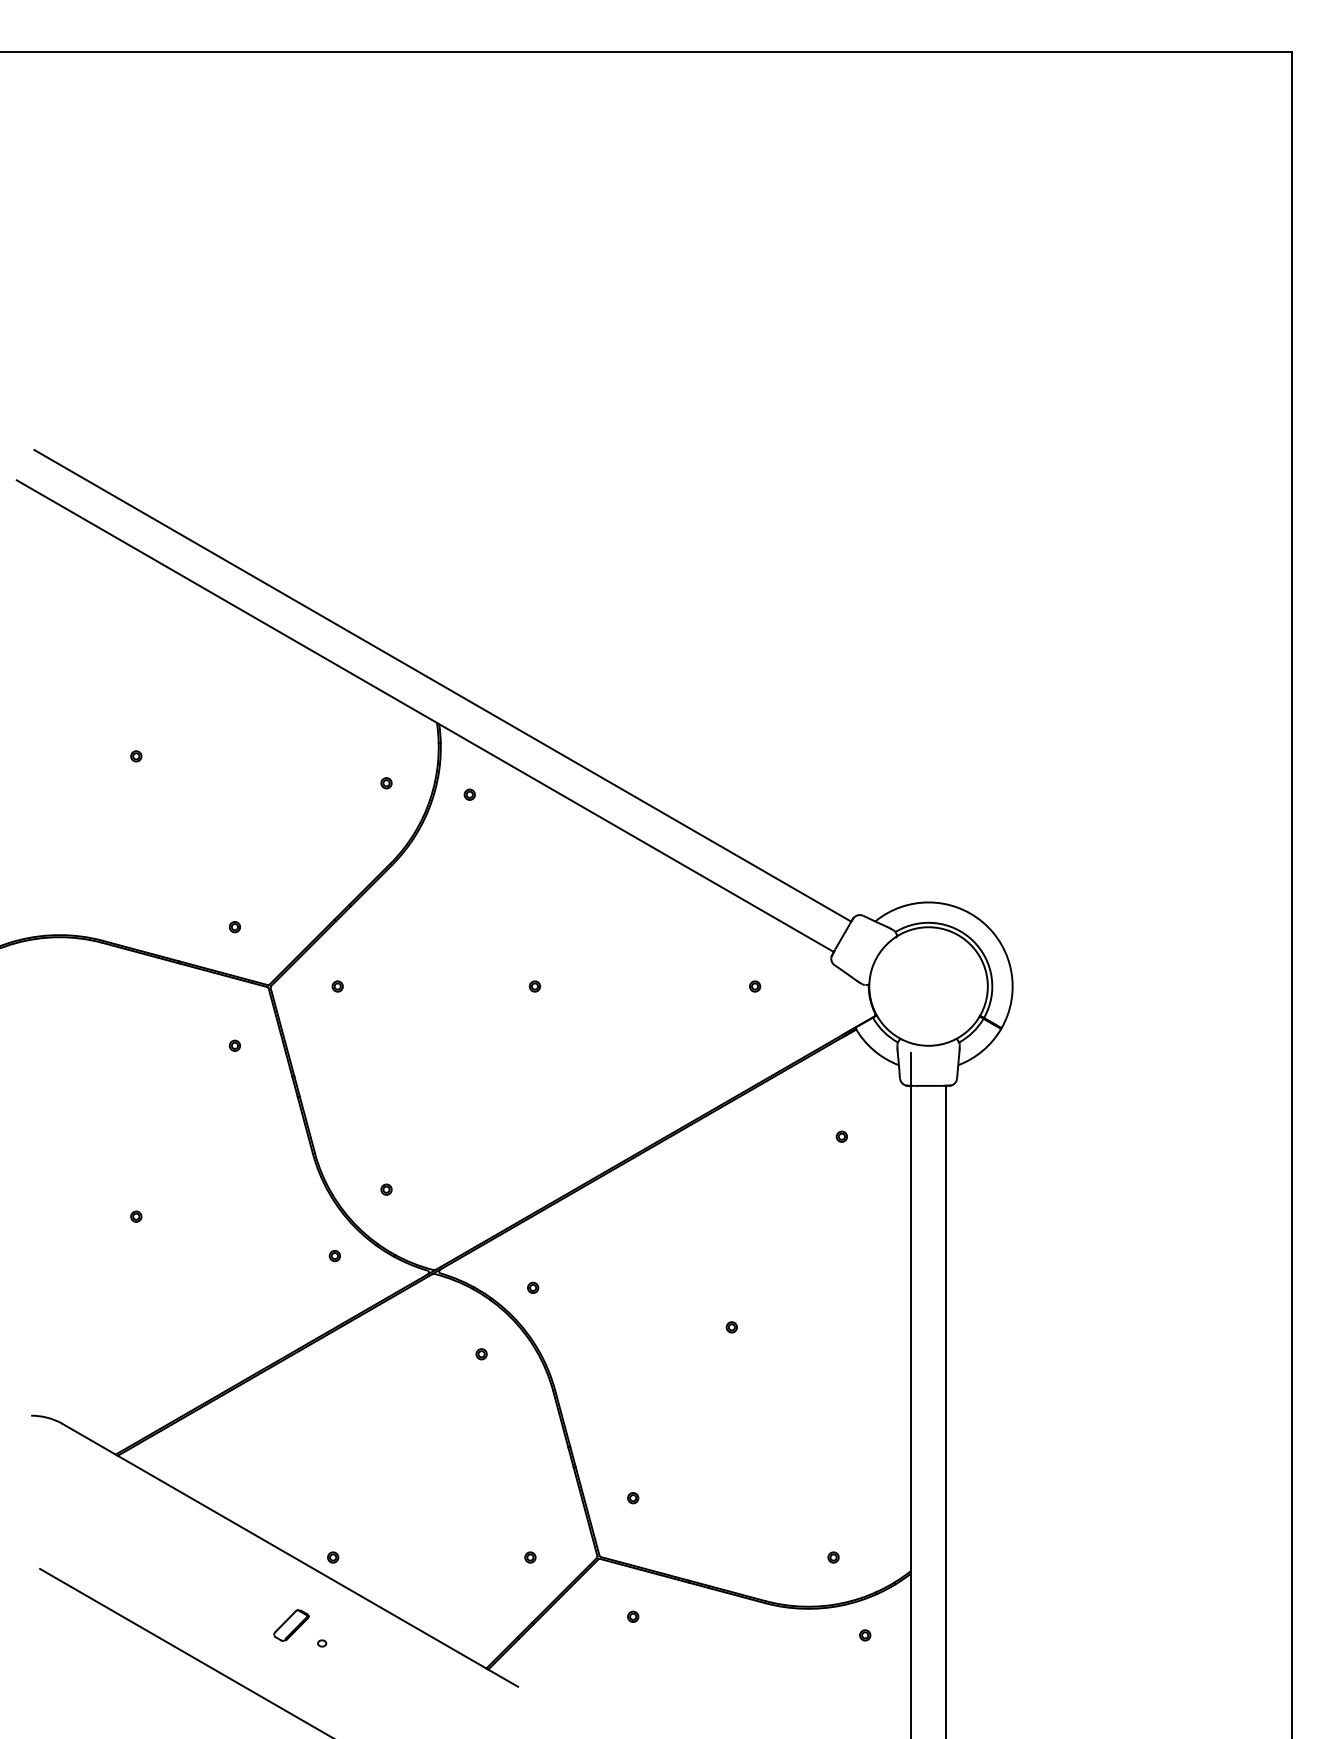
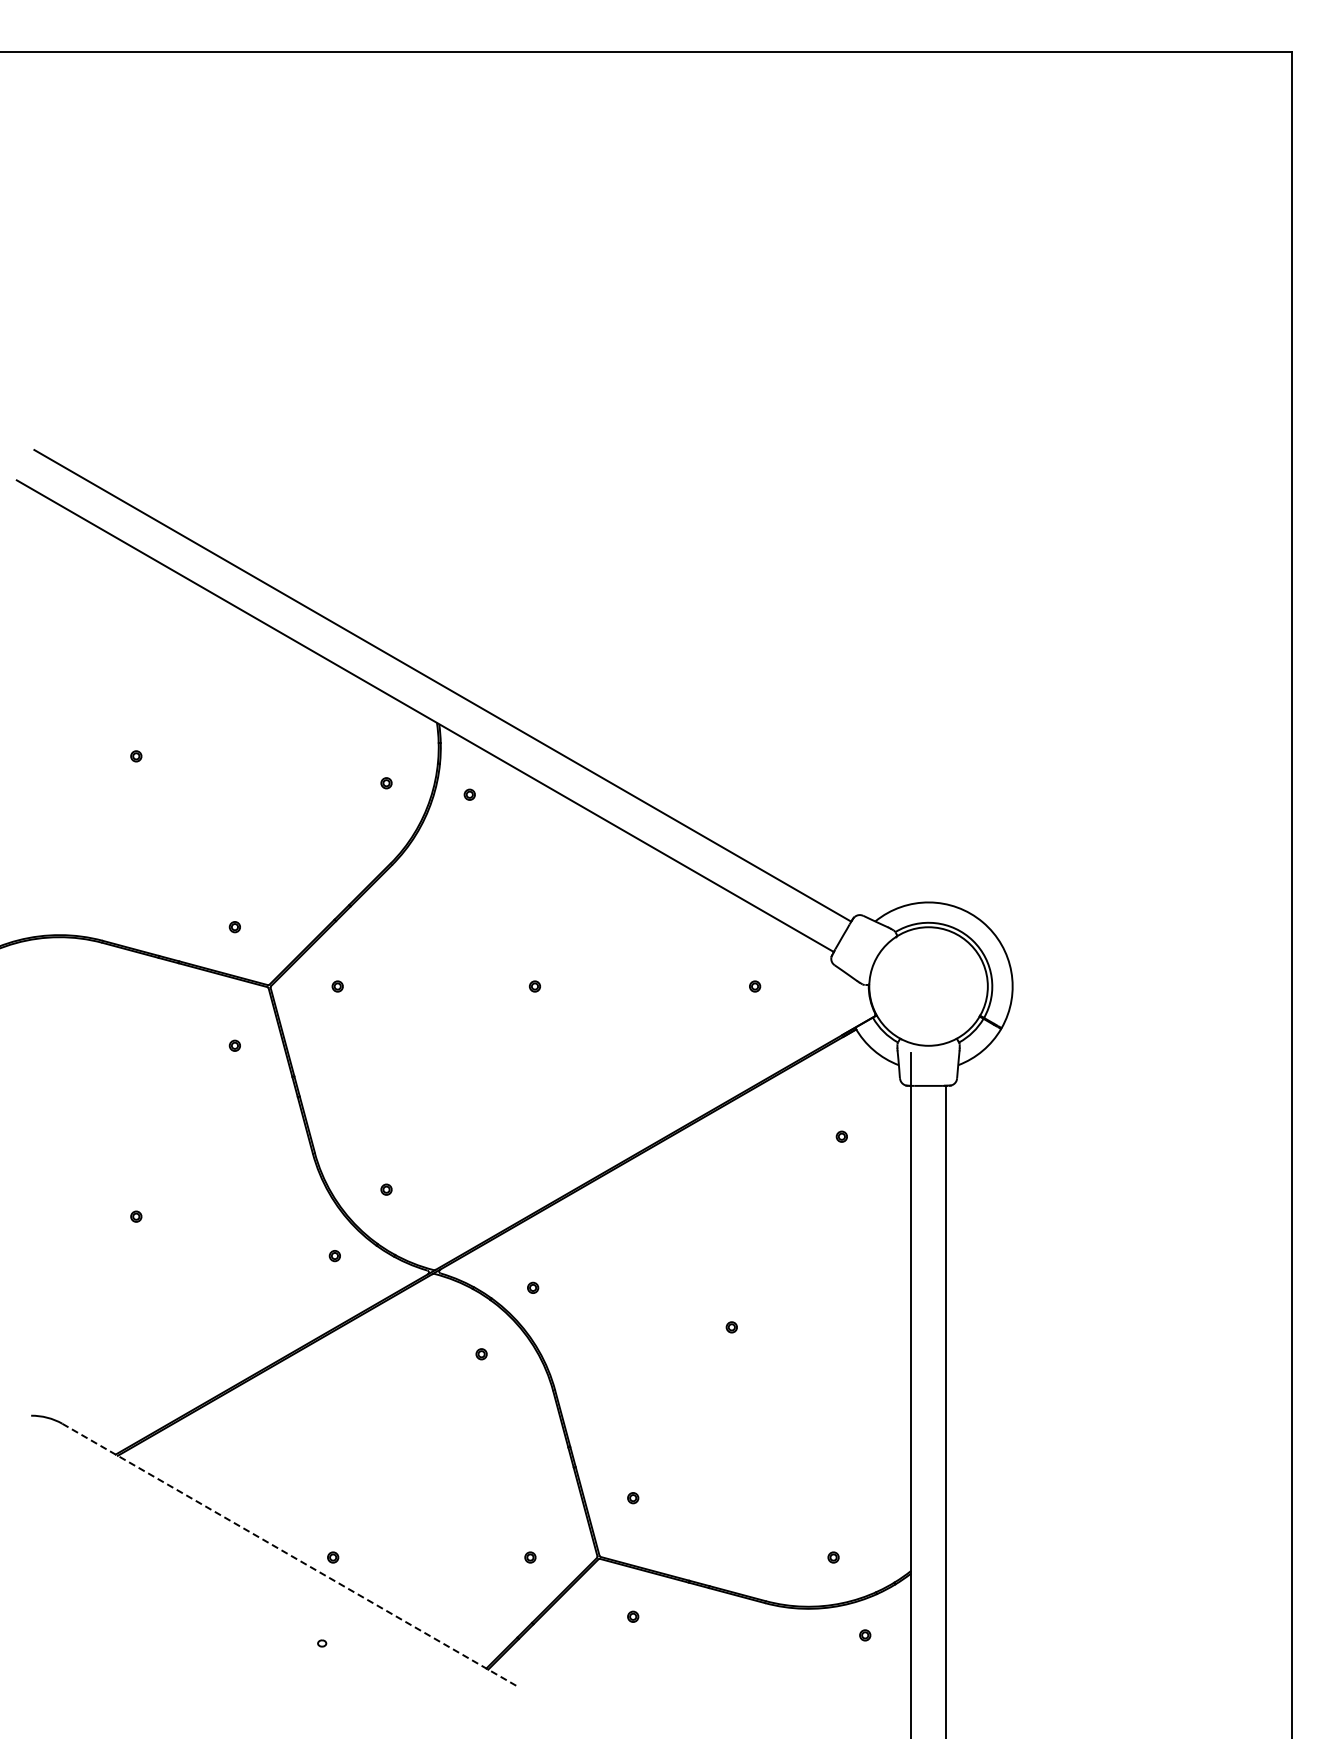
line at (290, 1555): solid -> dashed
part at (291, 1625): present -> none
line at (184, 1651): present -> none
